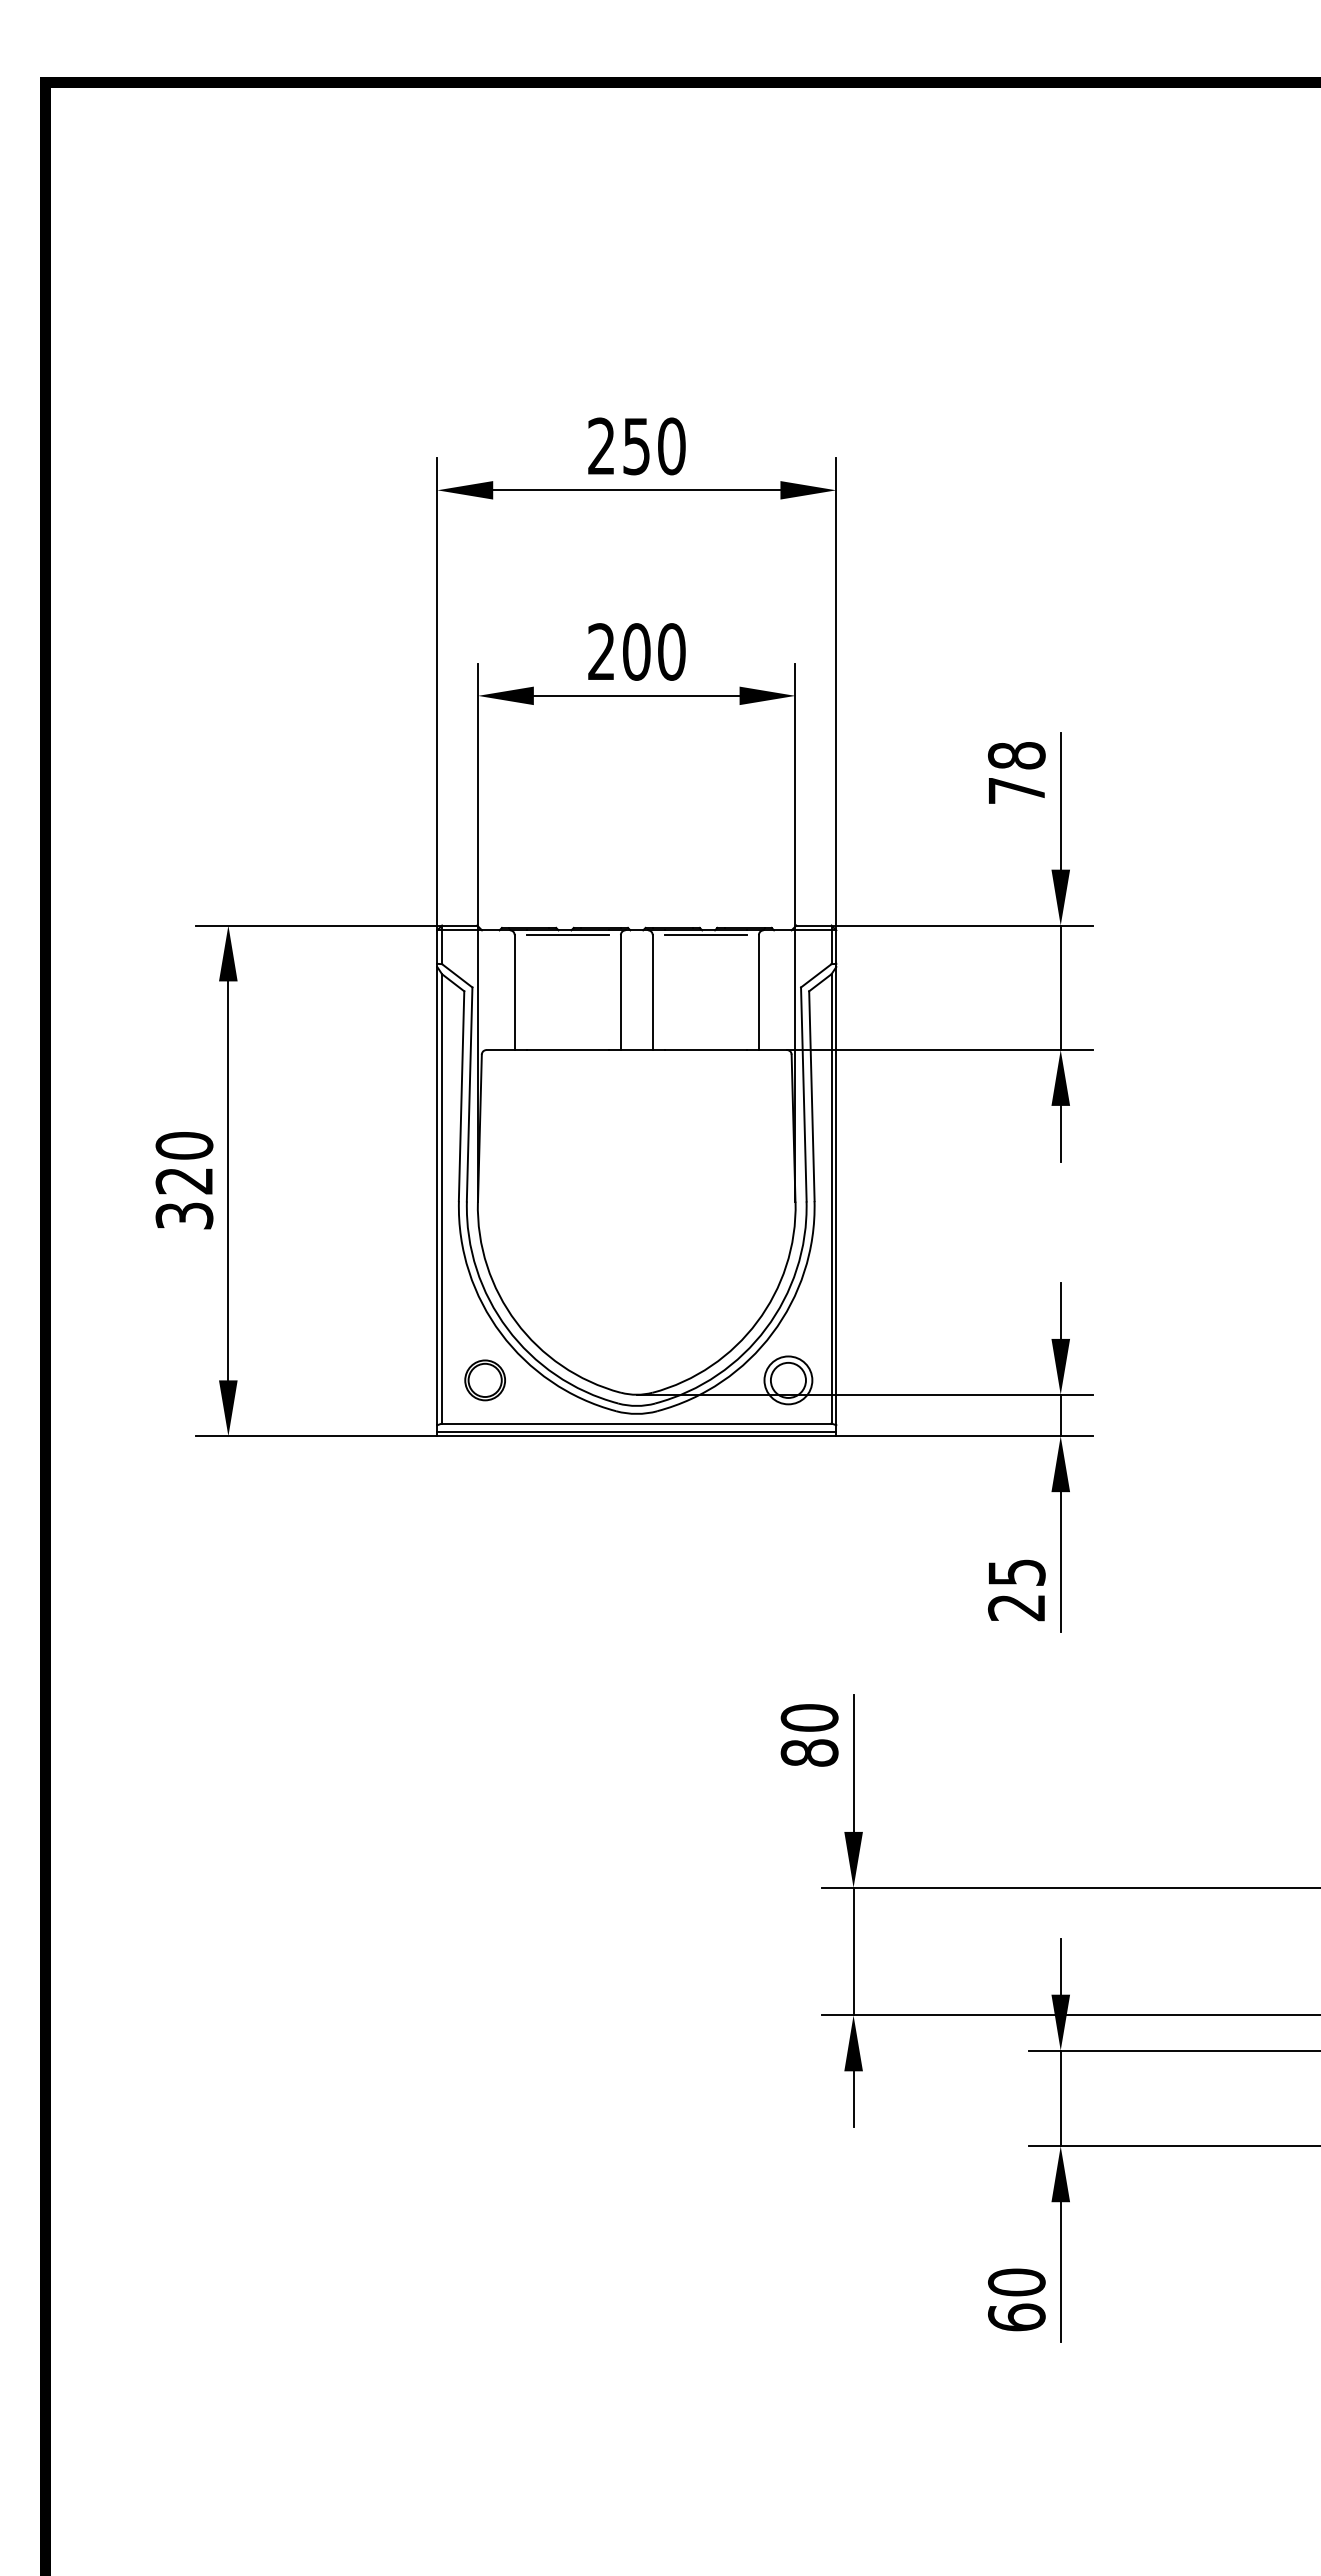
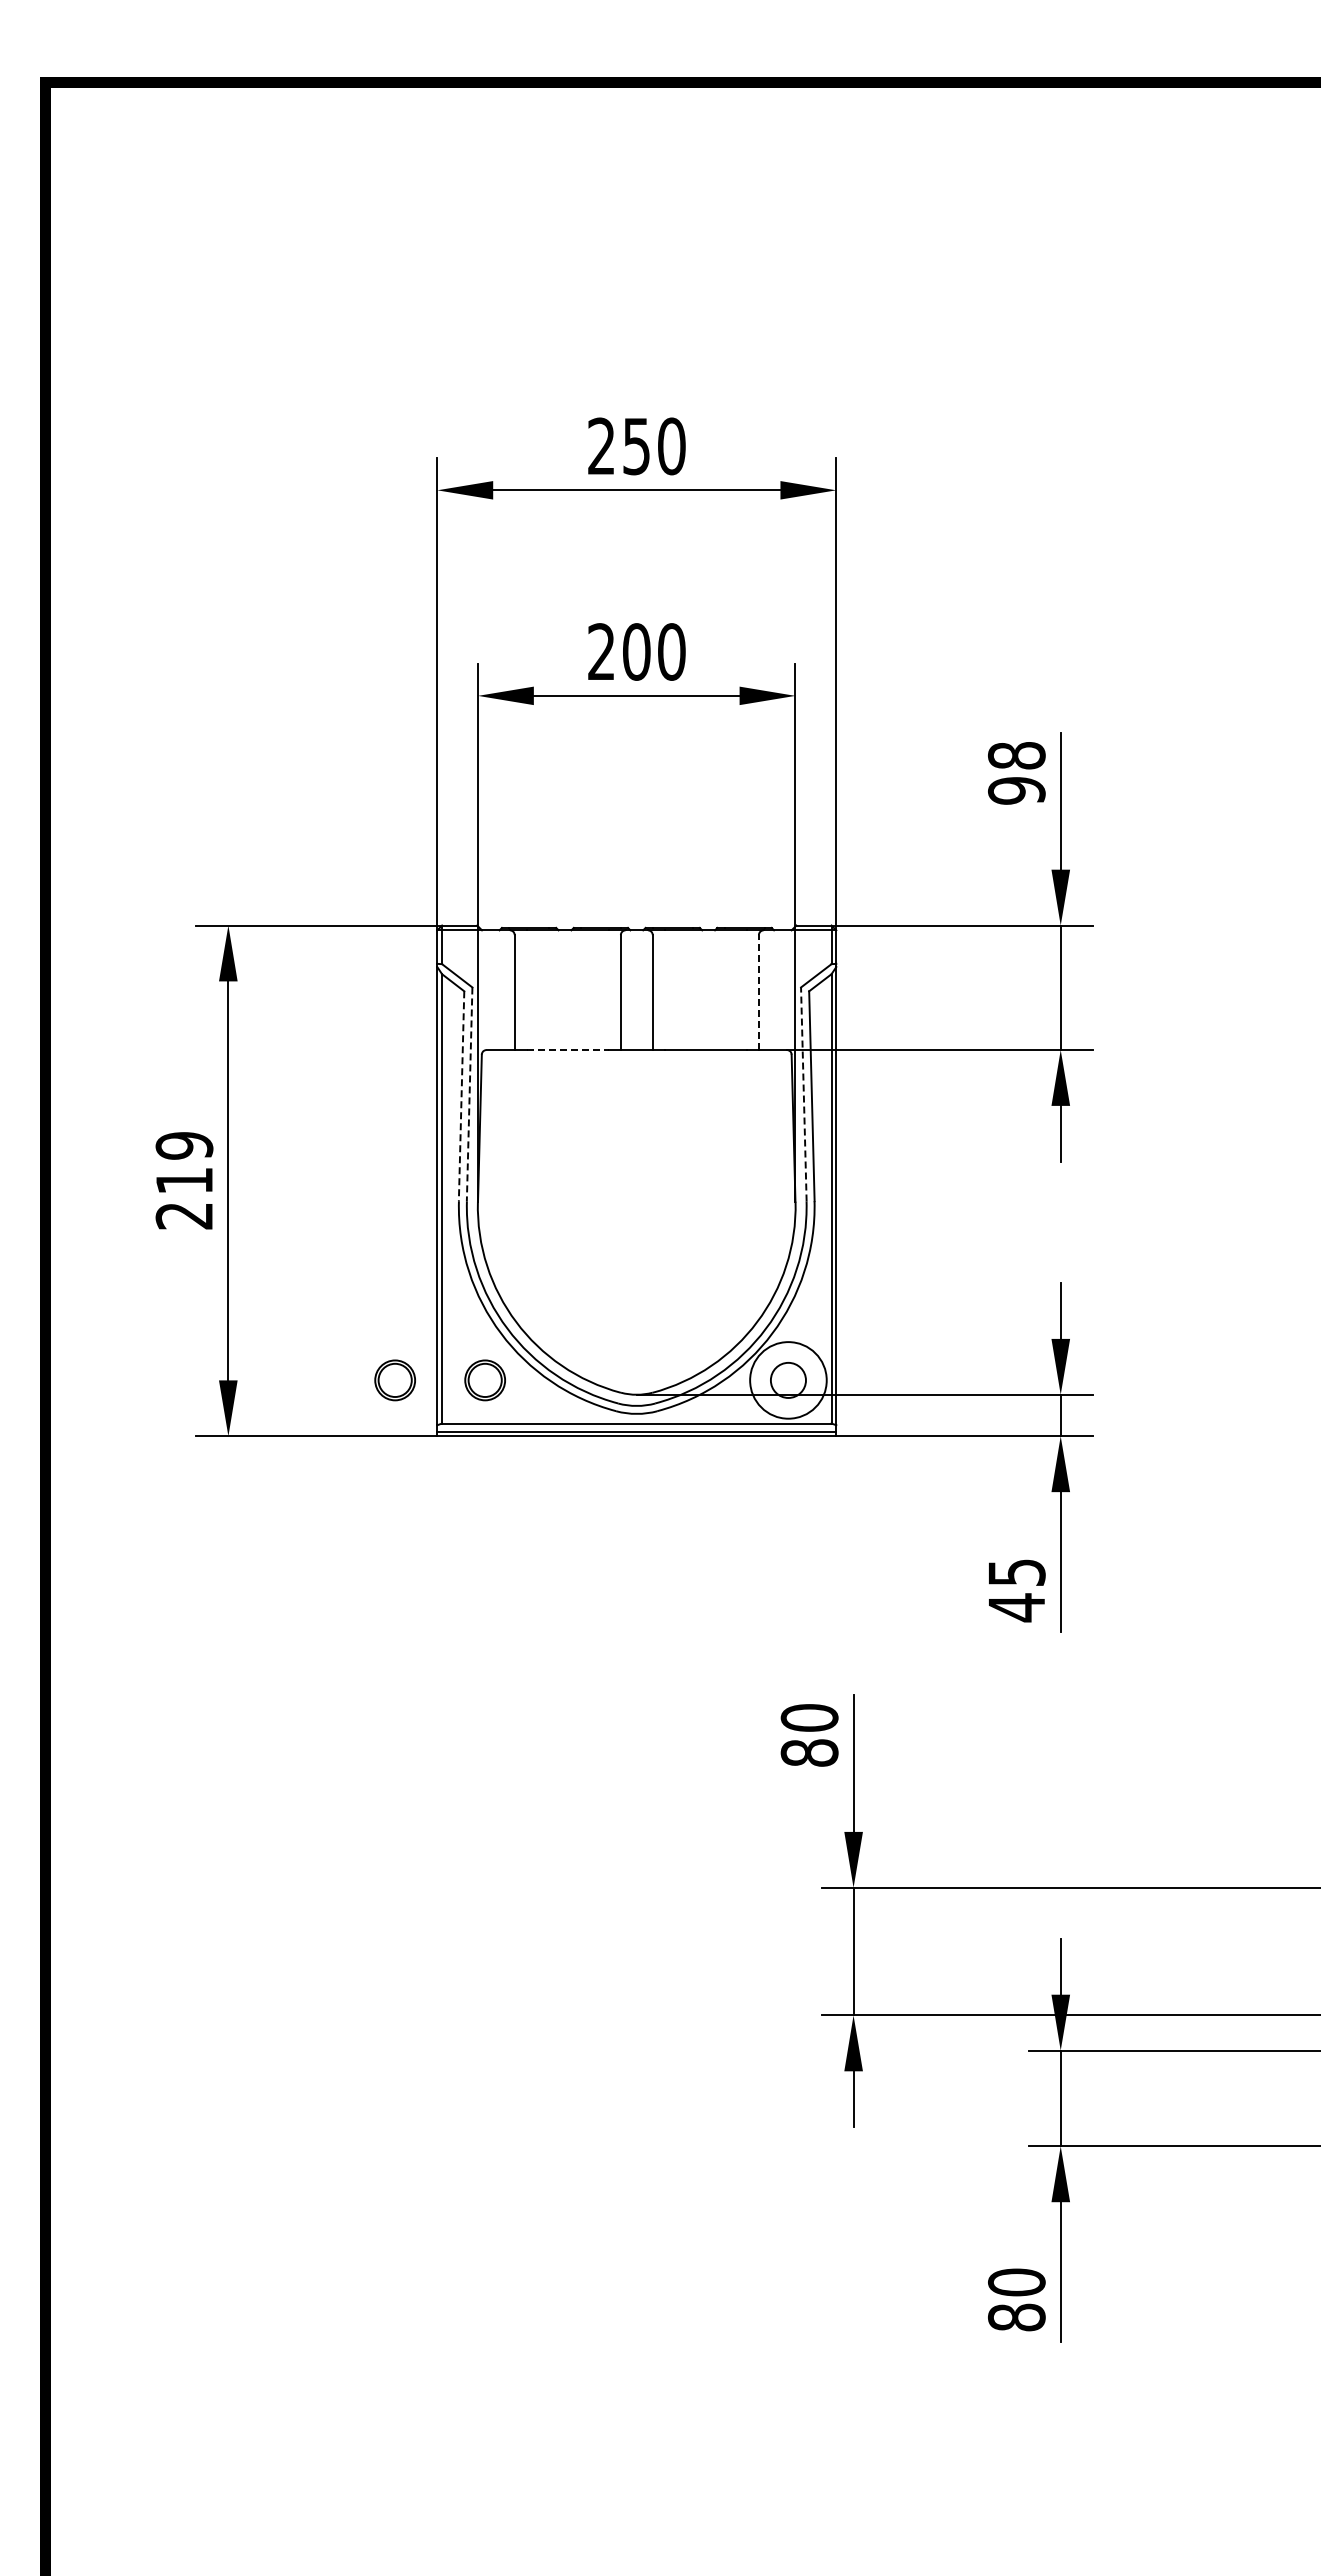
text at (1016, 790): 78 -> 98
line at (567, 935): present -> none
line at (705, 935): present -> none
line at (758, 992): solid -> dashed
line at (568, 1050): solid -> dashed
line at (803, 1093): solid -> dashed
line at (469, 1094): solid -> dashed
line at (461, 1096): solid -> dashed
text at (184, 1180): 320 -> 219
part at (394, 1380): none -> present
circle at (788, 1380) diameter: 48 px -> 77 px
text at (1016, 1607): 25 -> 45
text at (1016, 2317): 60 -> 80
